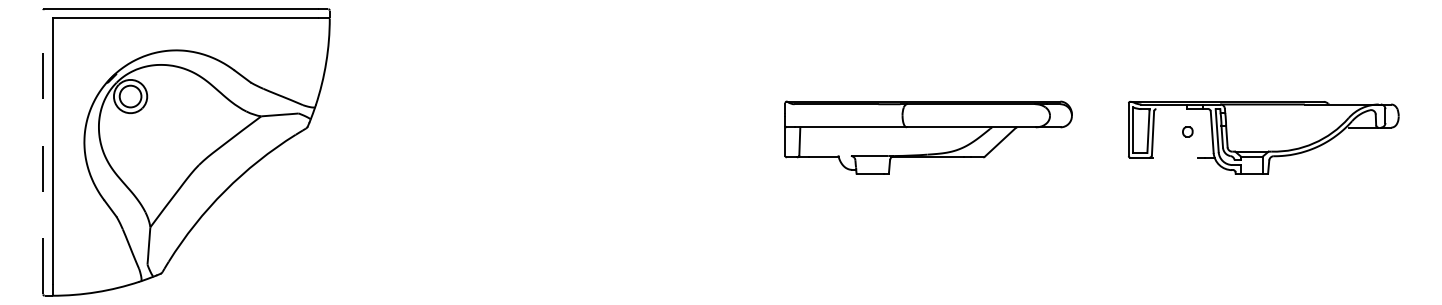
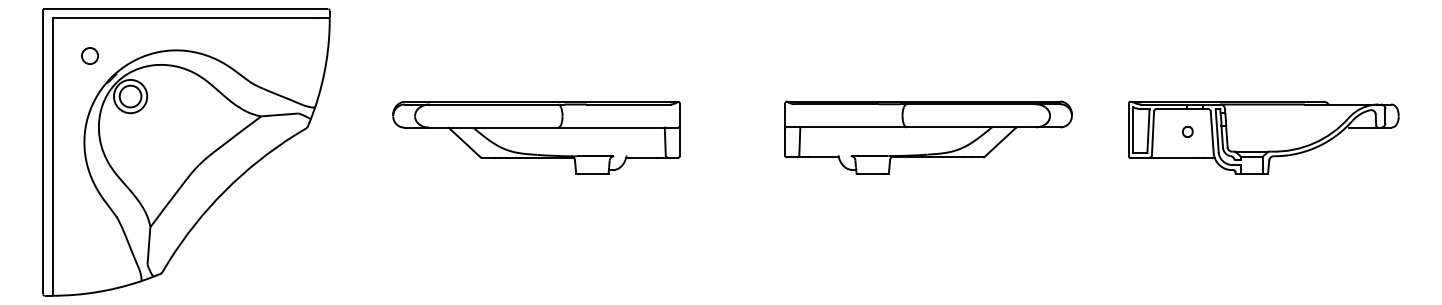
circle at (89, 55): none -> present
line at (1171, 109): none -> present
part at (536, 137): none -> present
line at (43, 146): dashed -> solid
line at (1175, 157): none -> present
